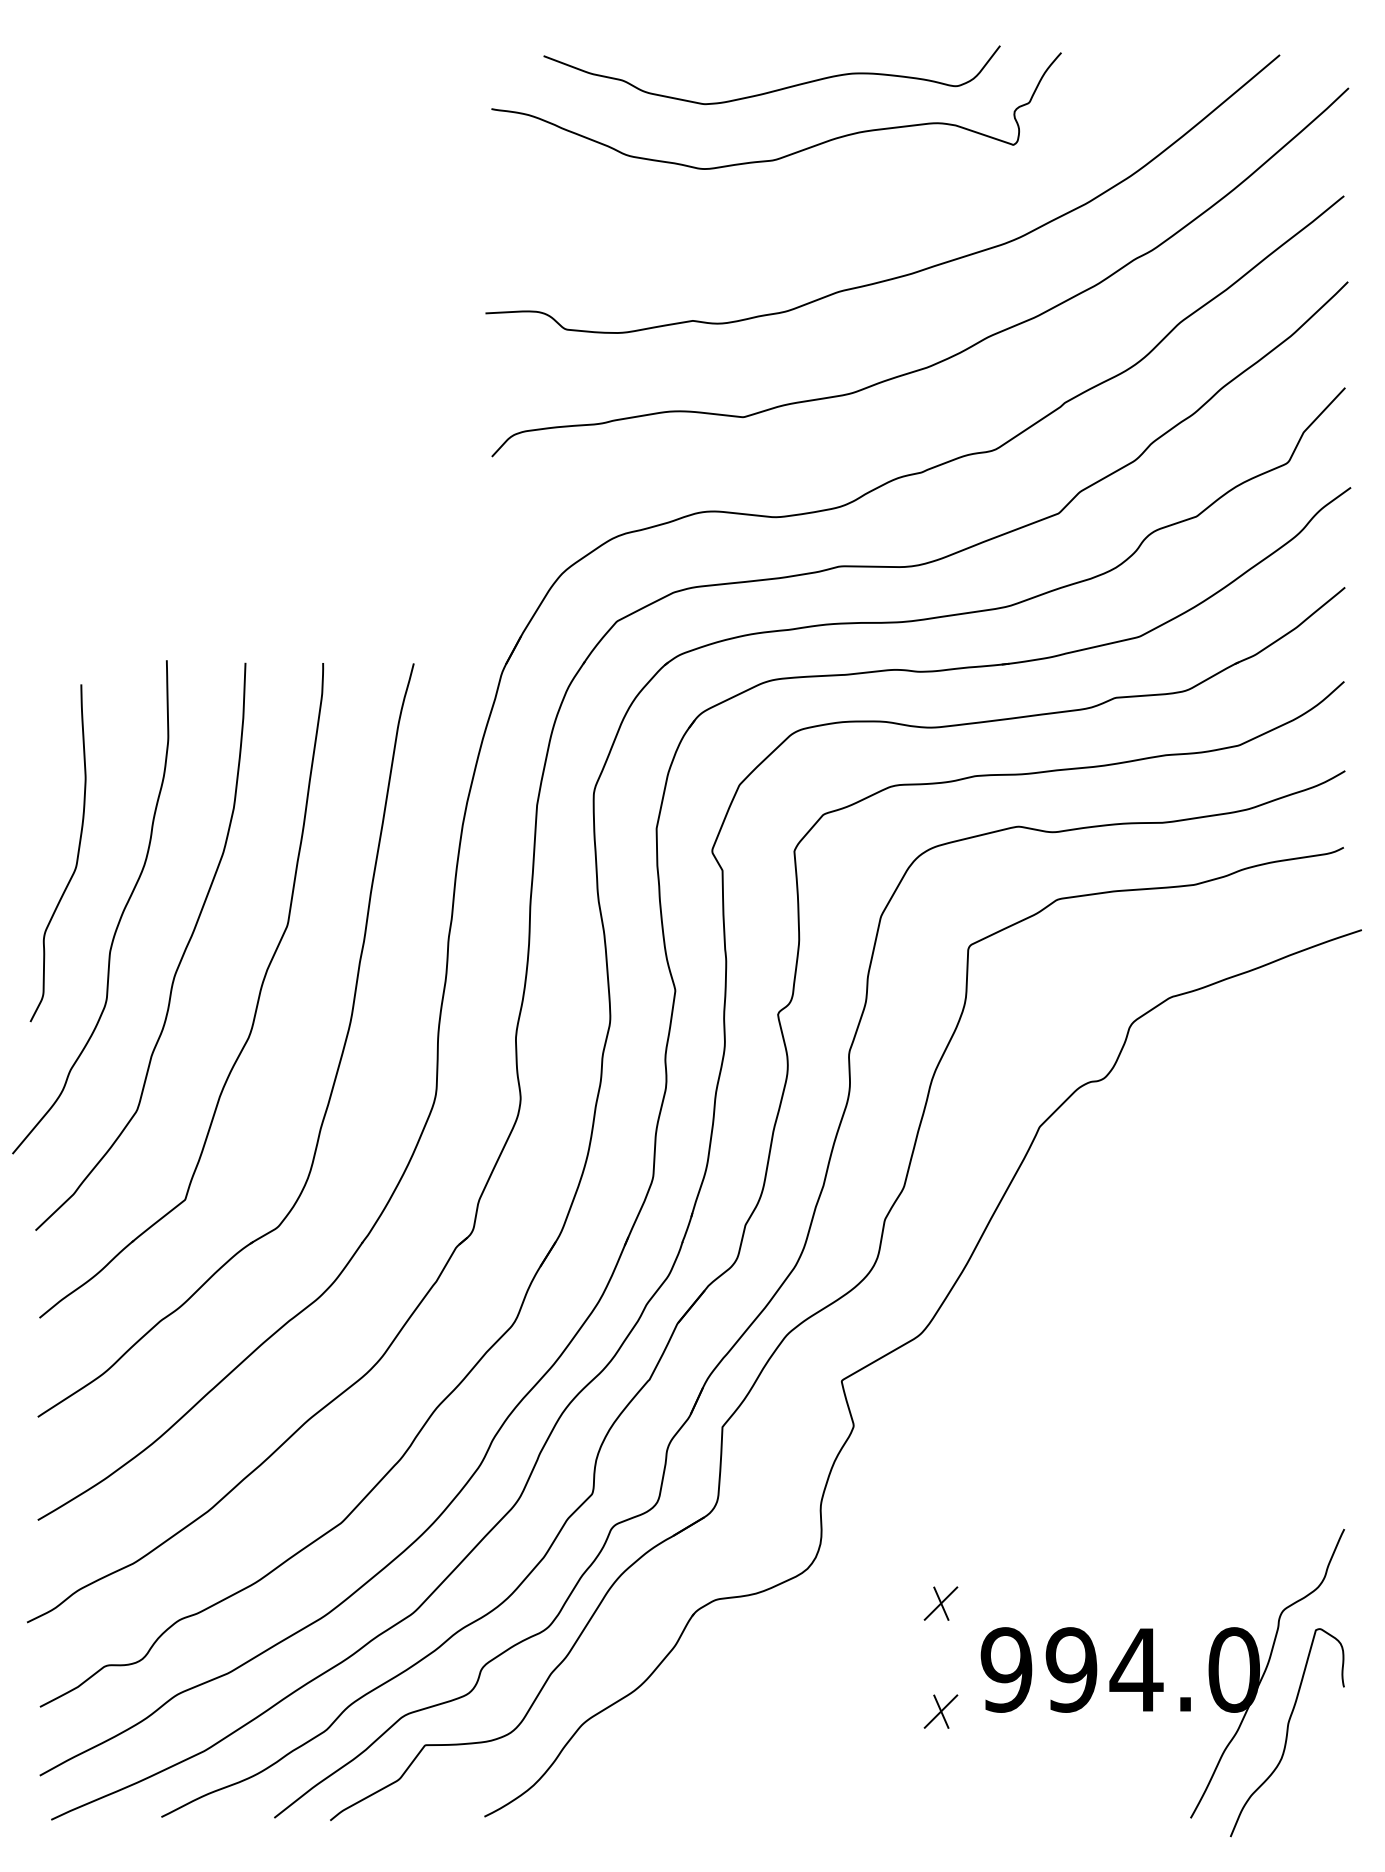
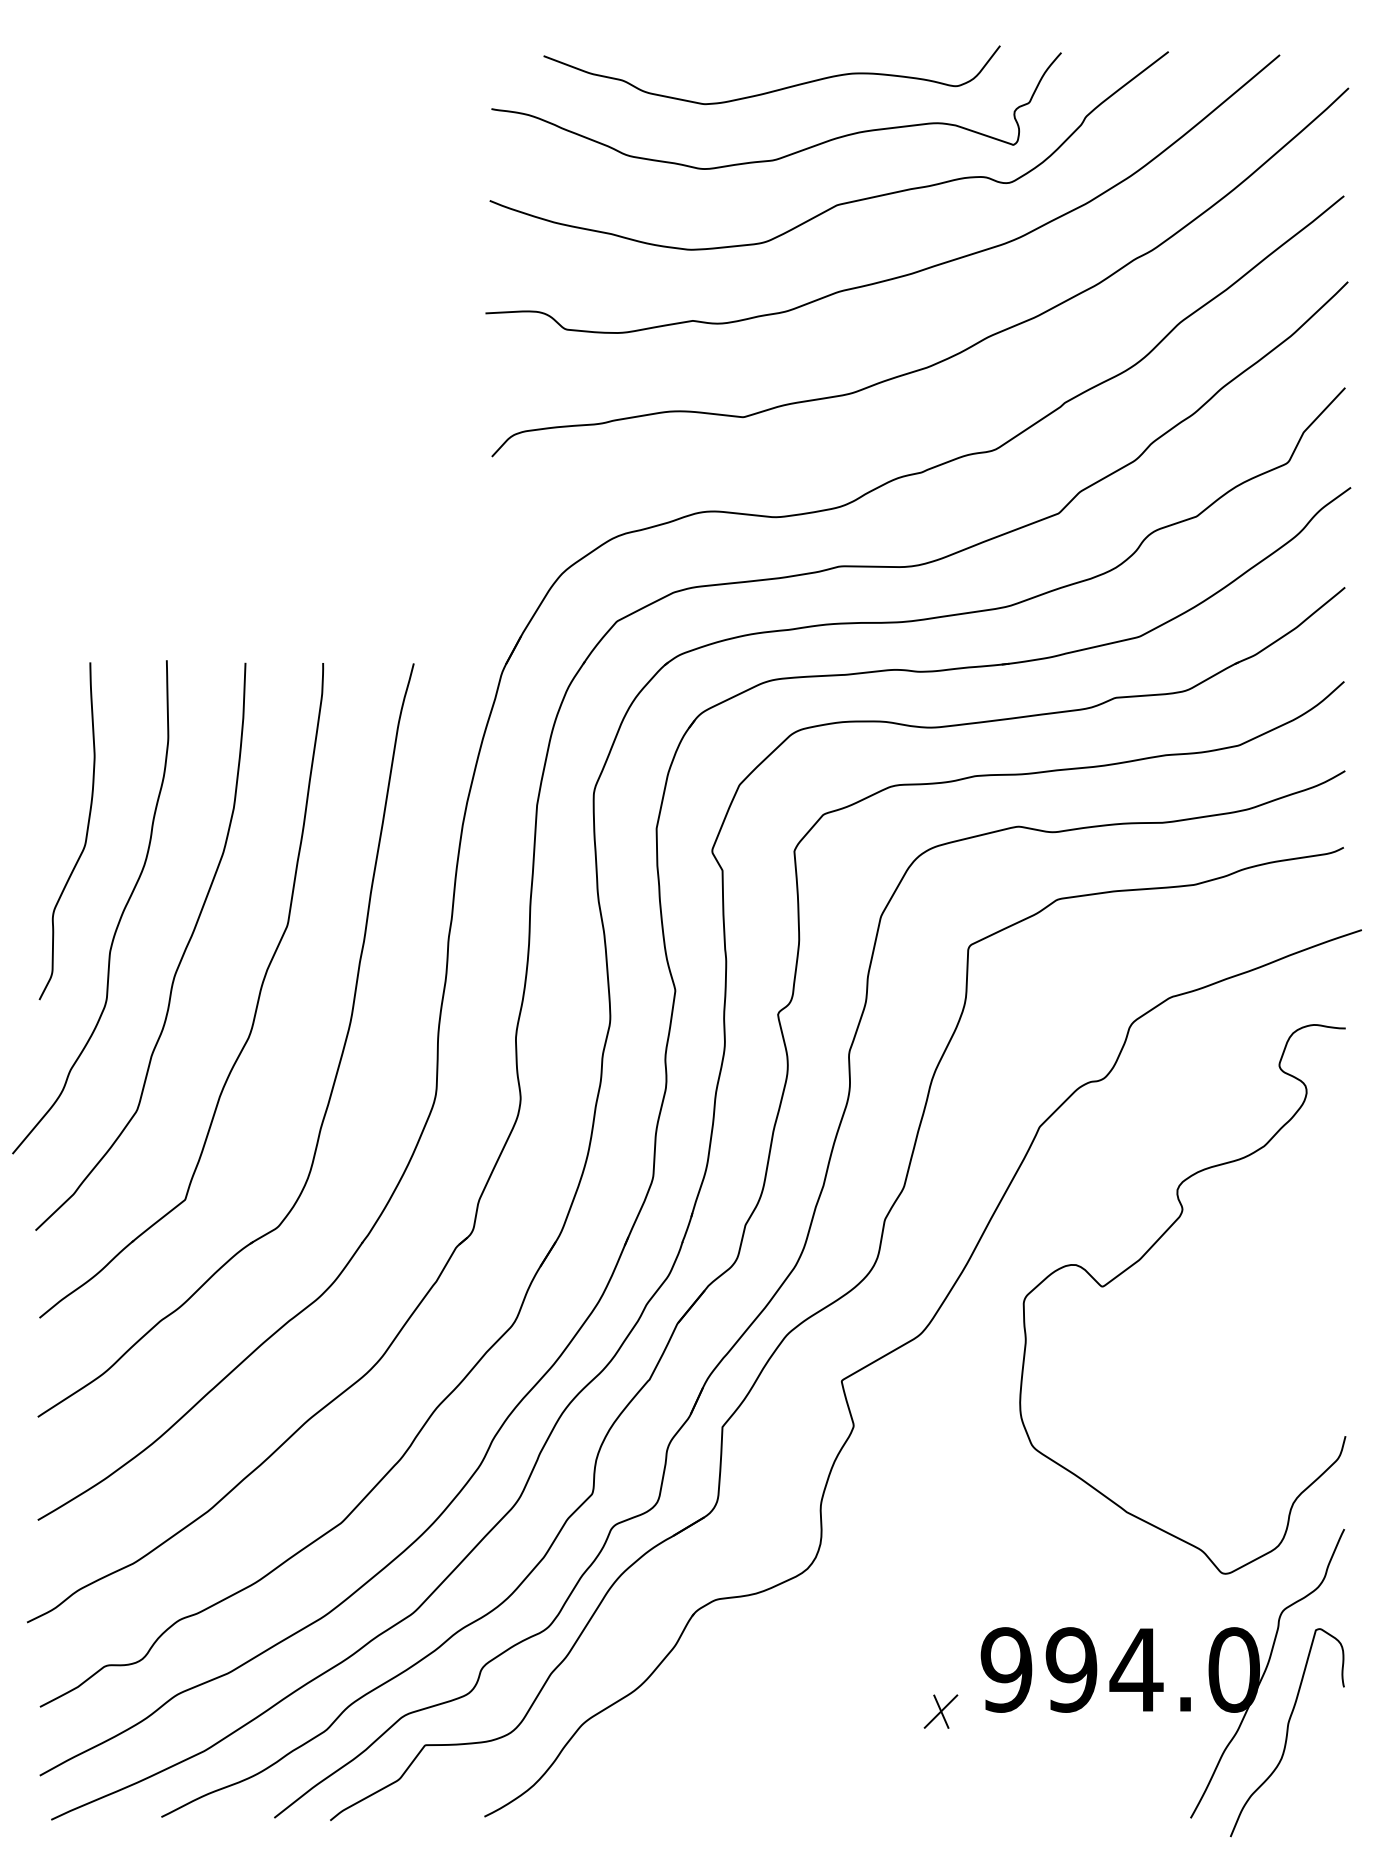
curve at (843, 202): none -> present
curve at (76, 857) position: (76, 857) -> (85, 835)
curve at (1142, 1258): none -> present
part at (940, 1603): present -> none
